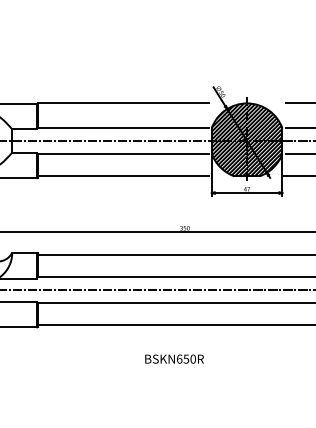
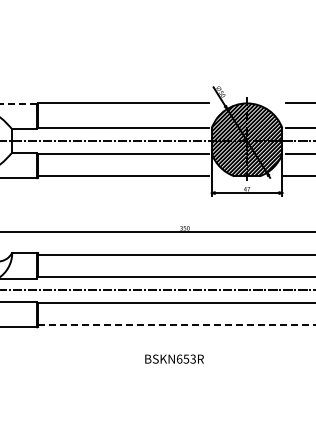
line at (18, 103): solid -> dashed
line at (176, 325): solid -> dashed
text at (192, 358): BSKN650R -> BSKN653R
